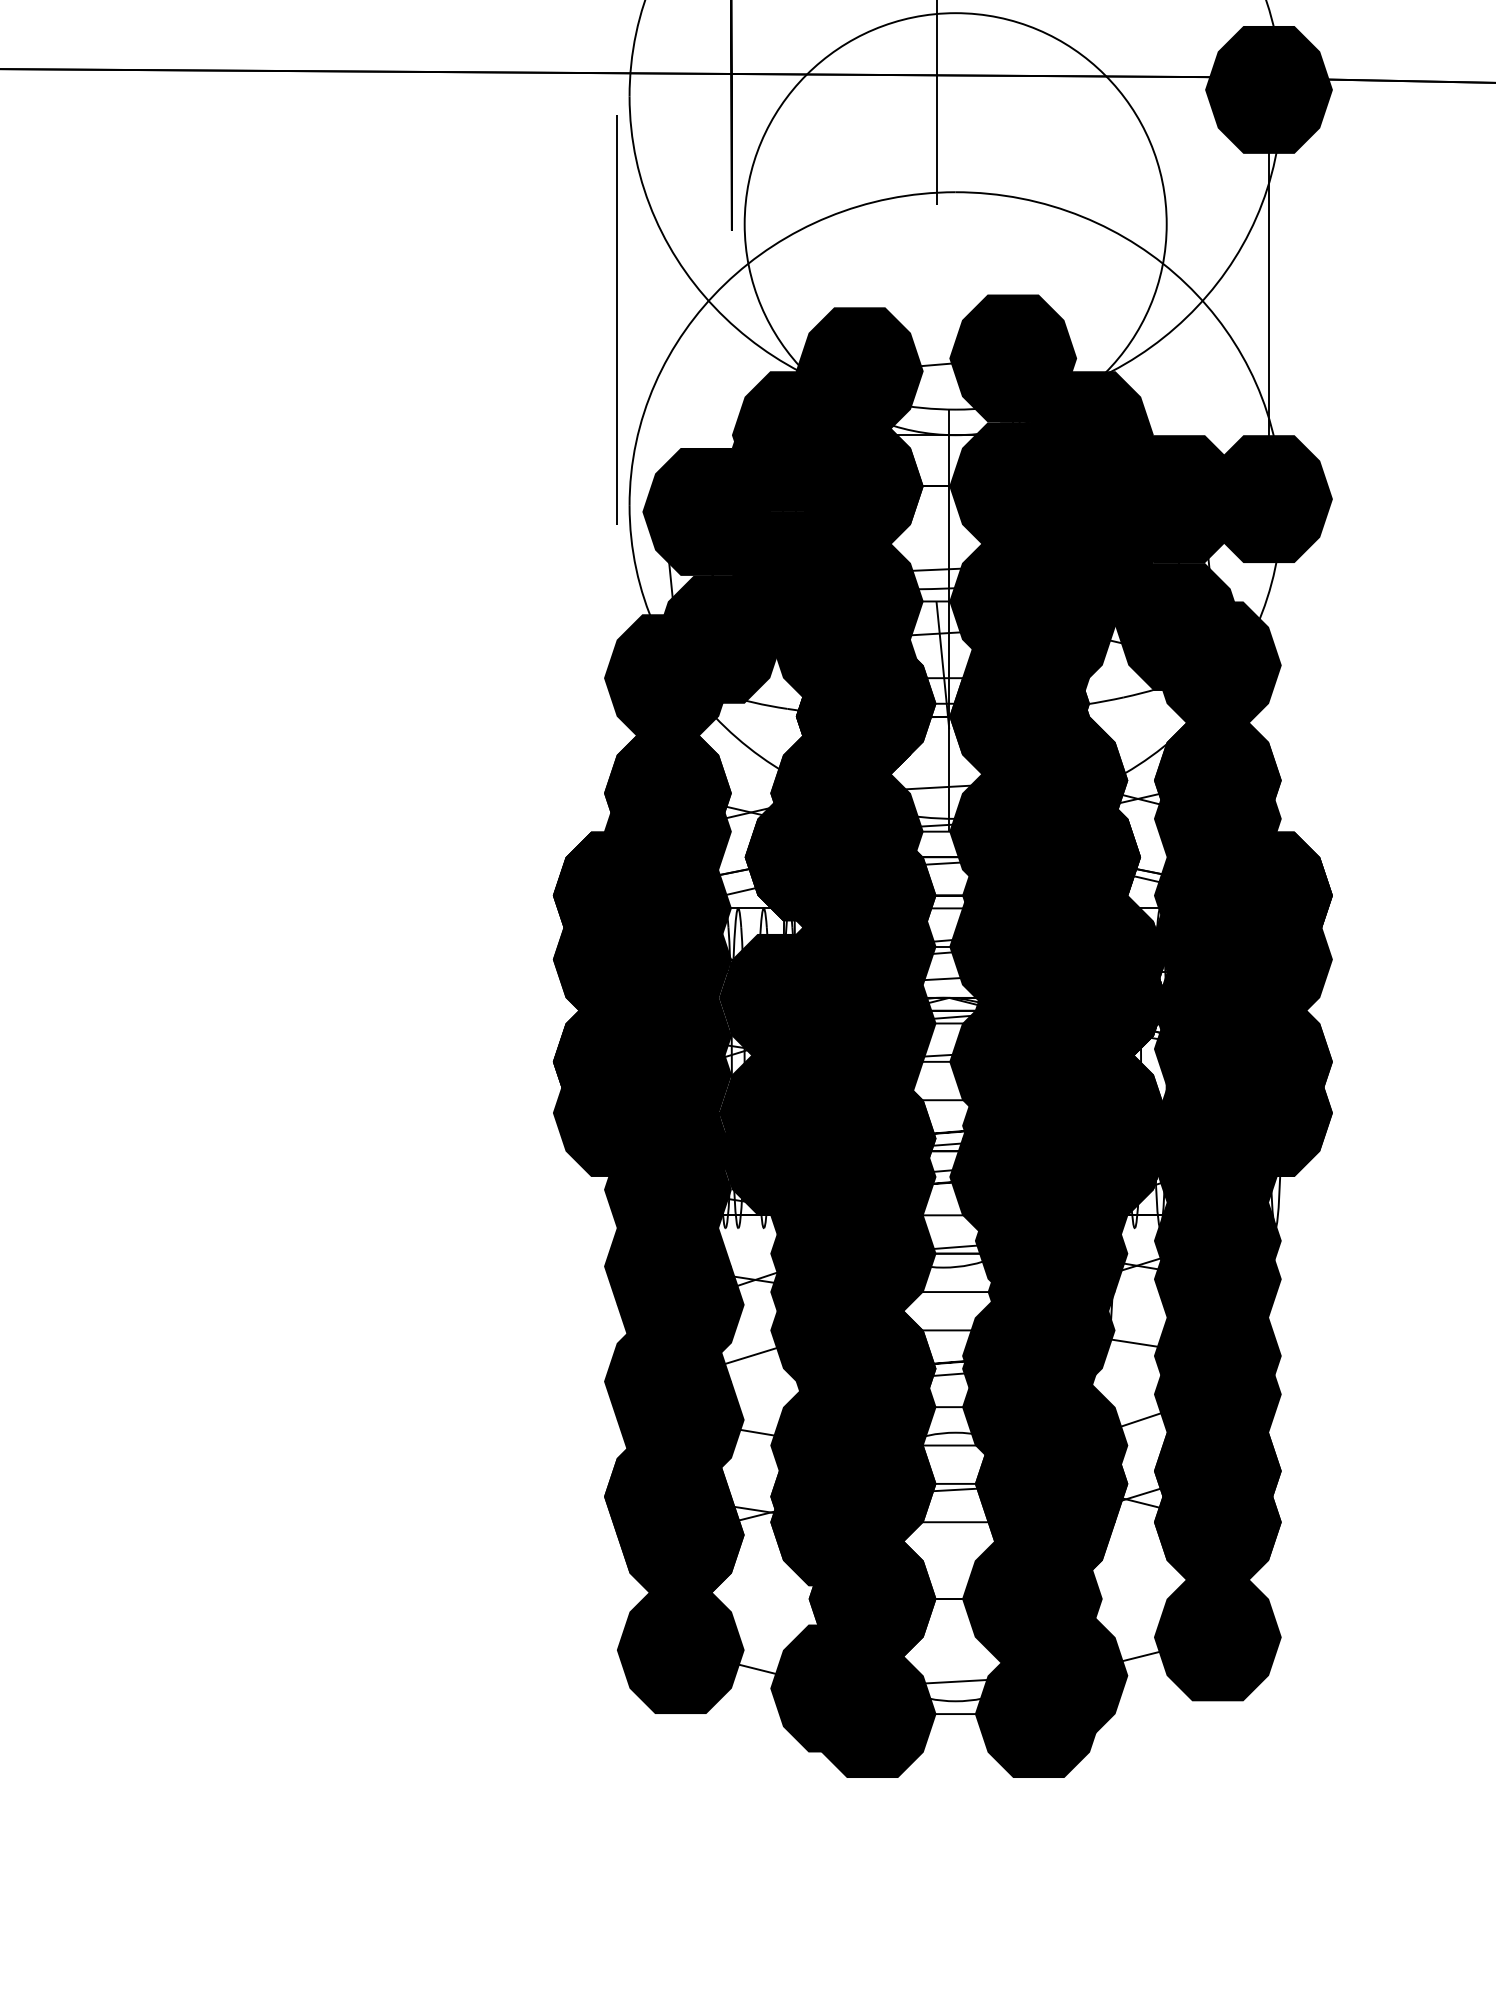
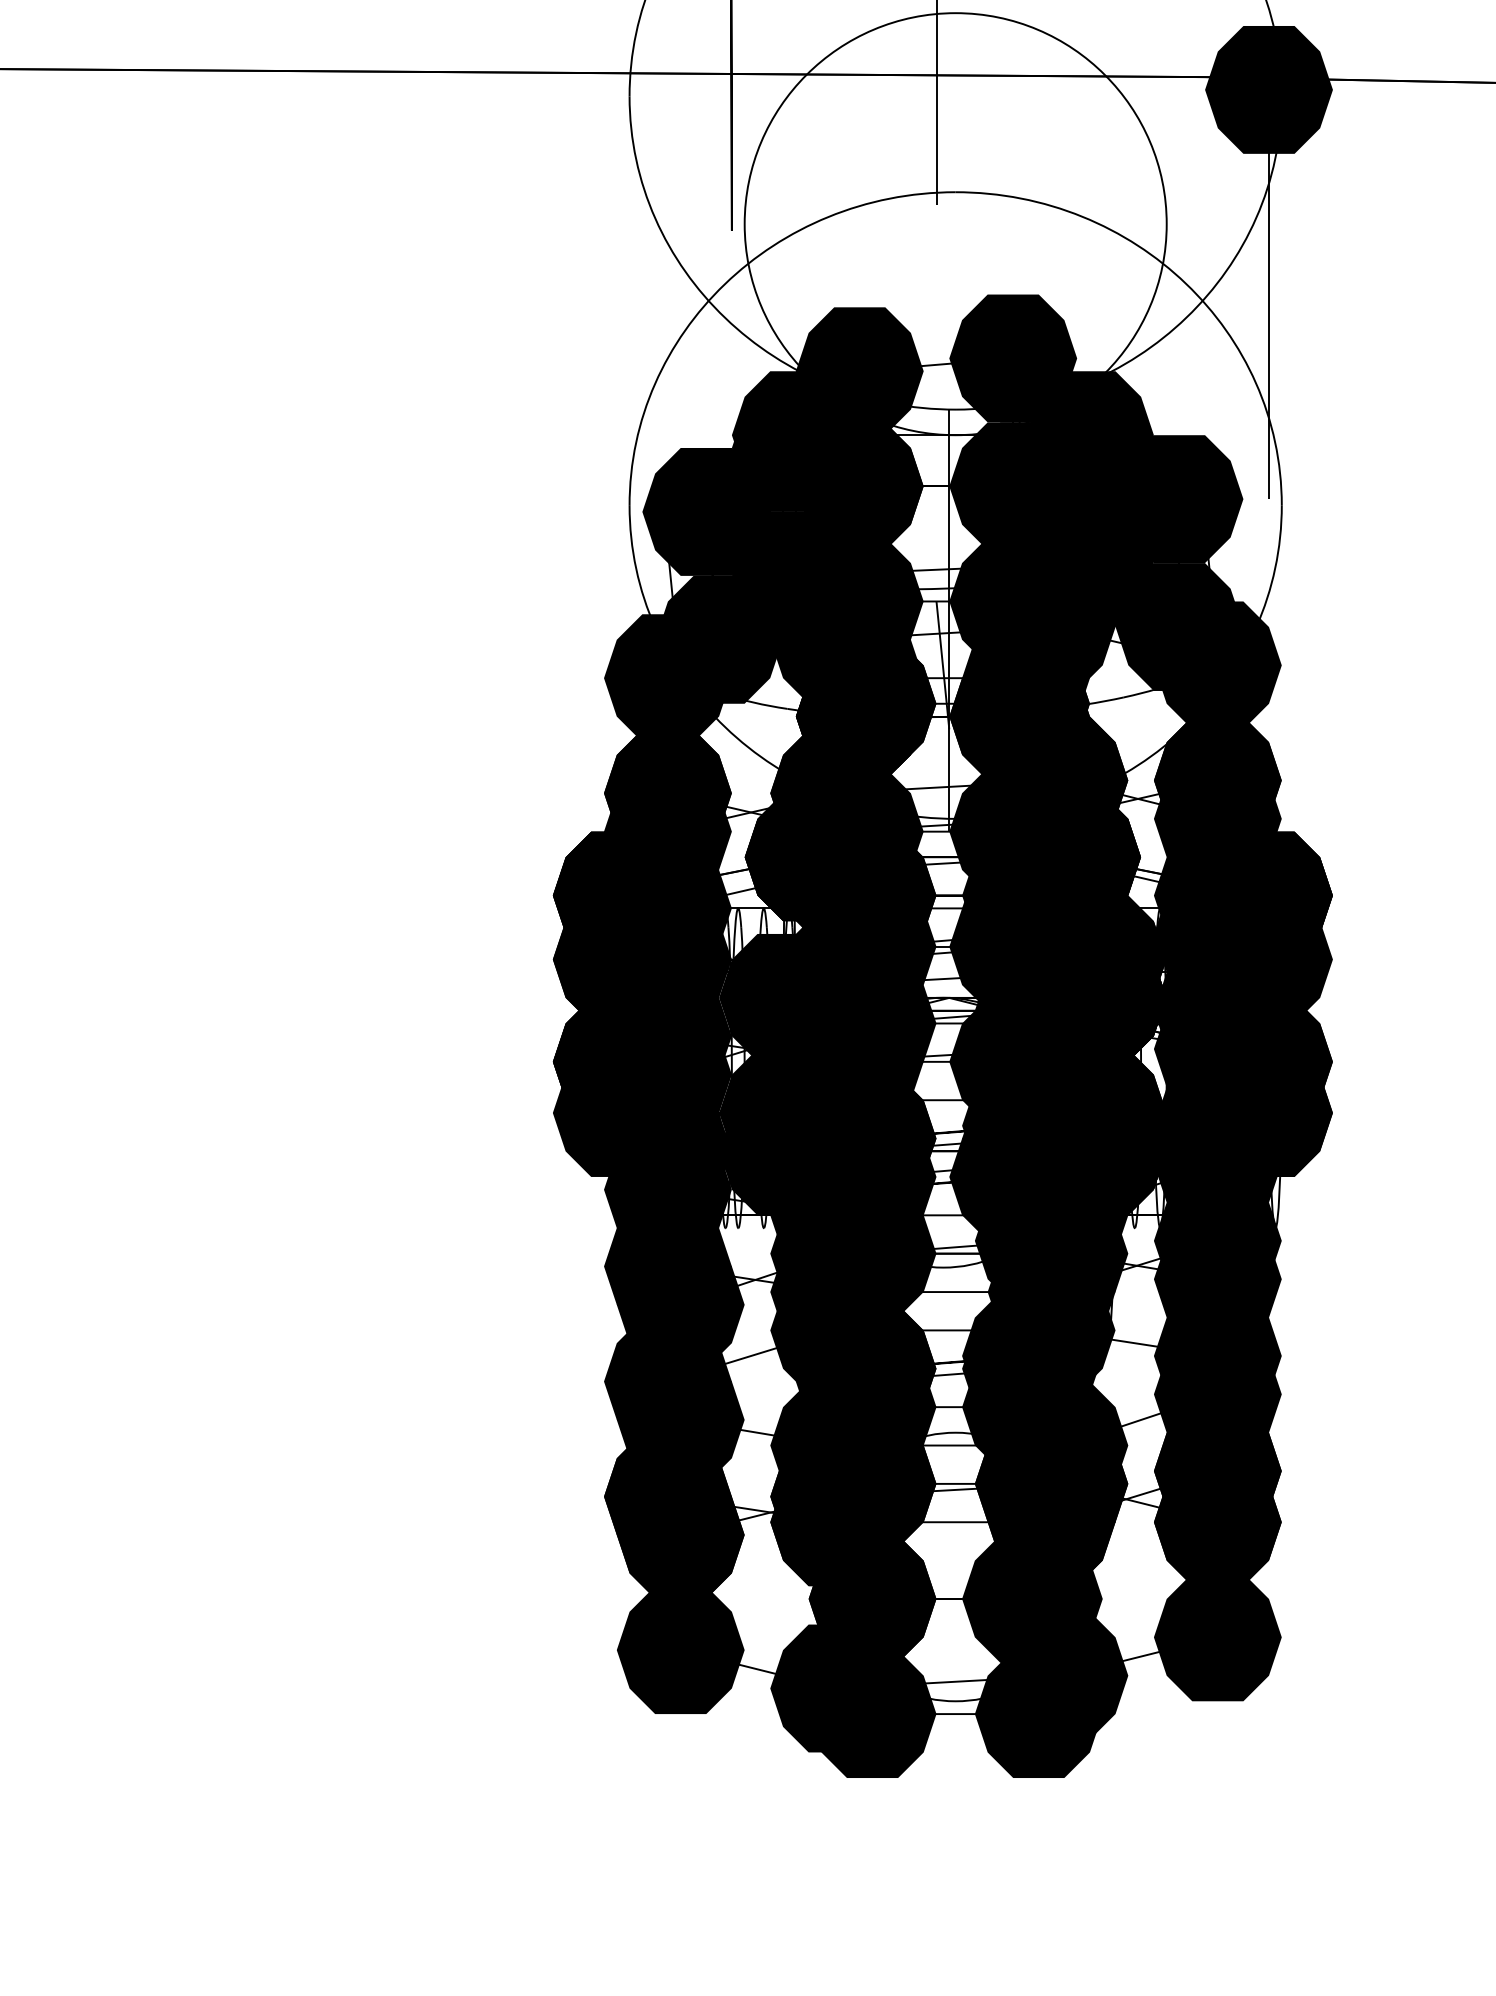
line at (616, 319): present -> none
fill at (1268, 499): present -> none
